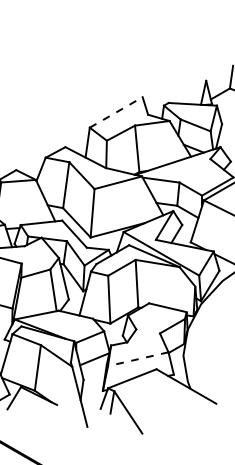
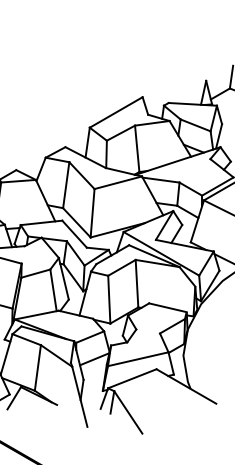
line at (116, 112): dashed -> solid
line at (137, 359): dashed -> solid
